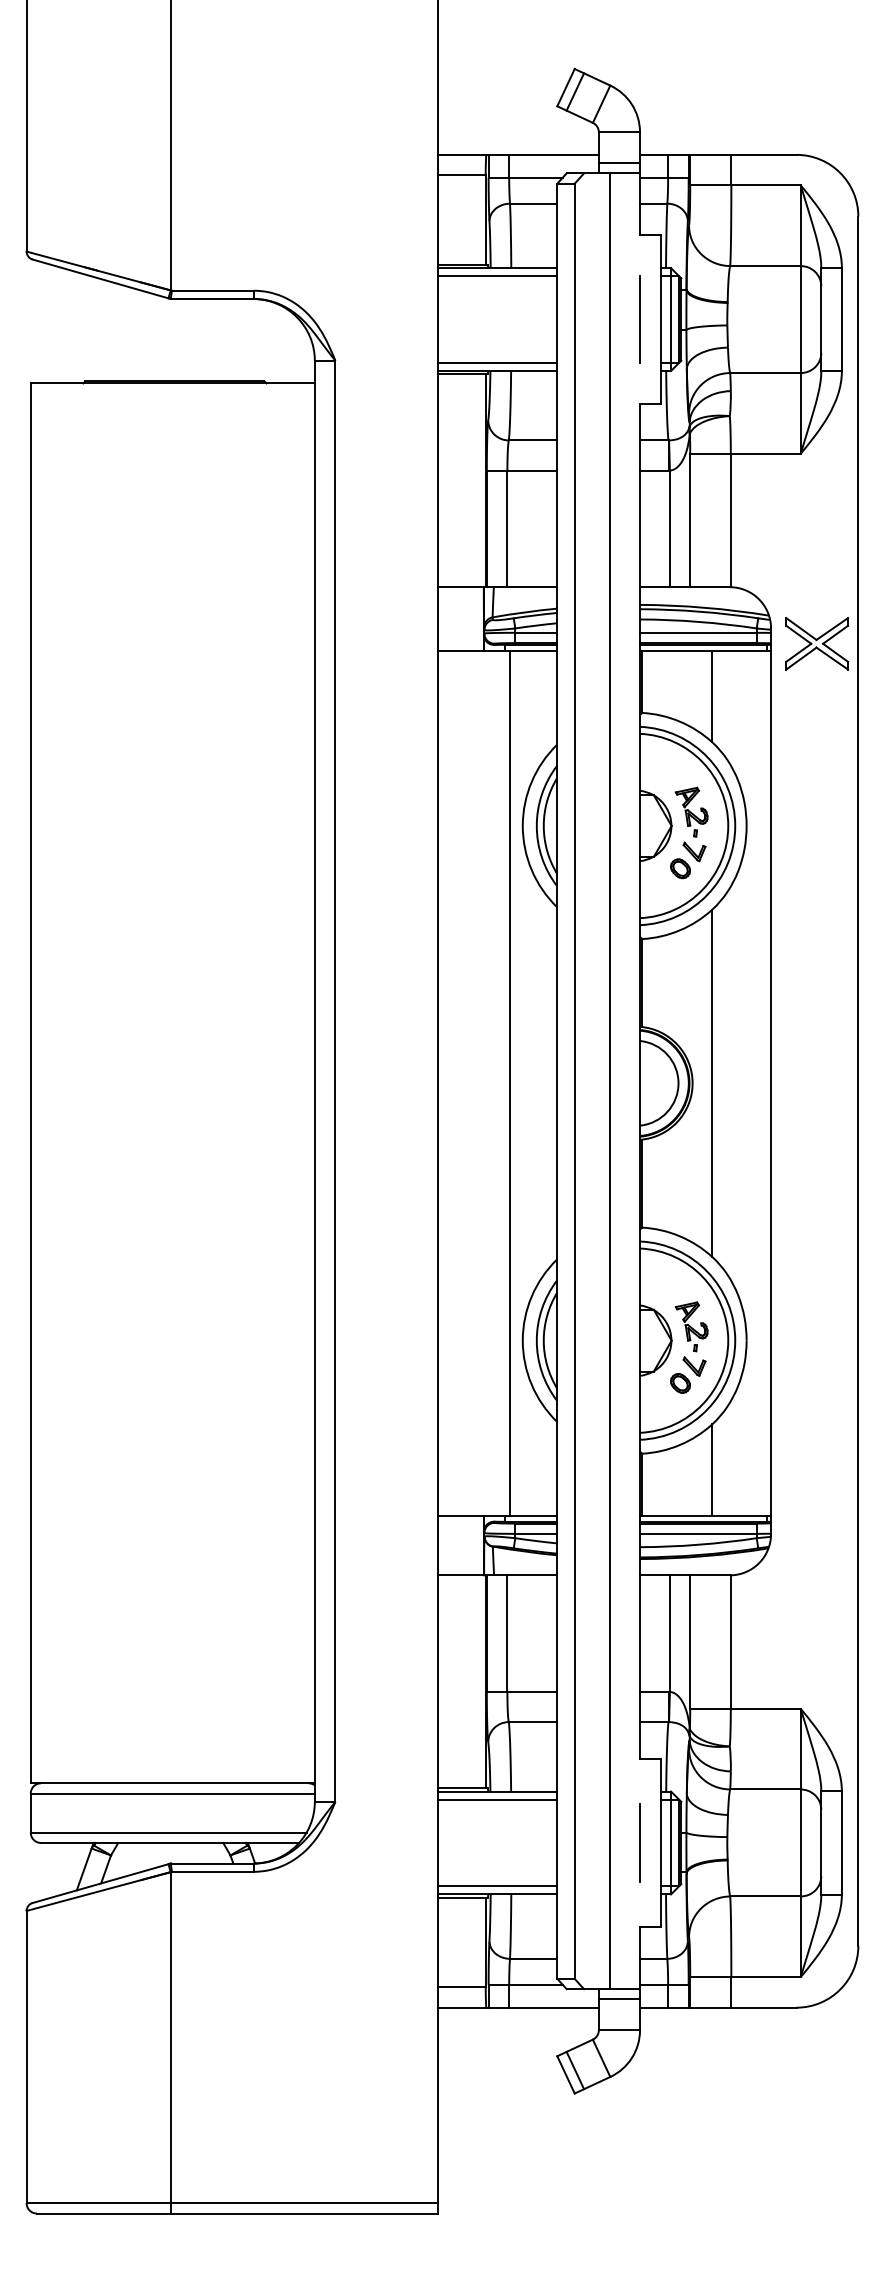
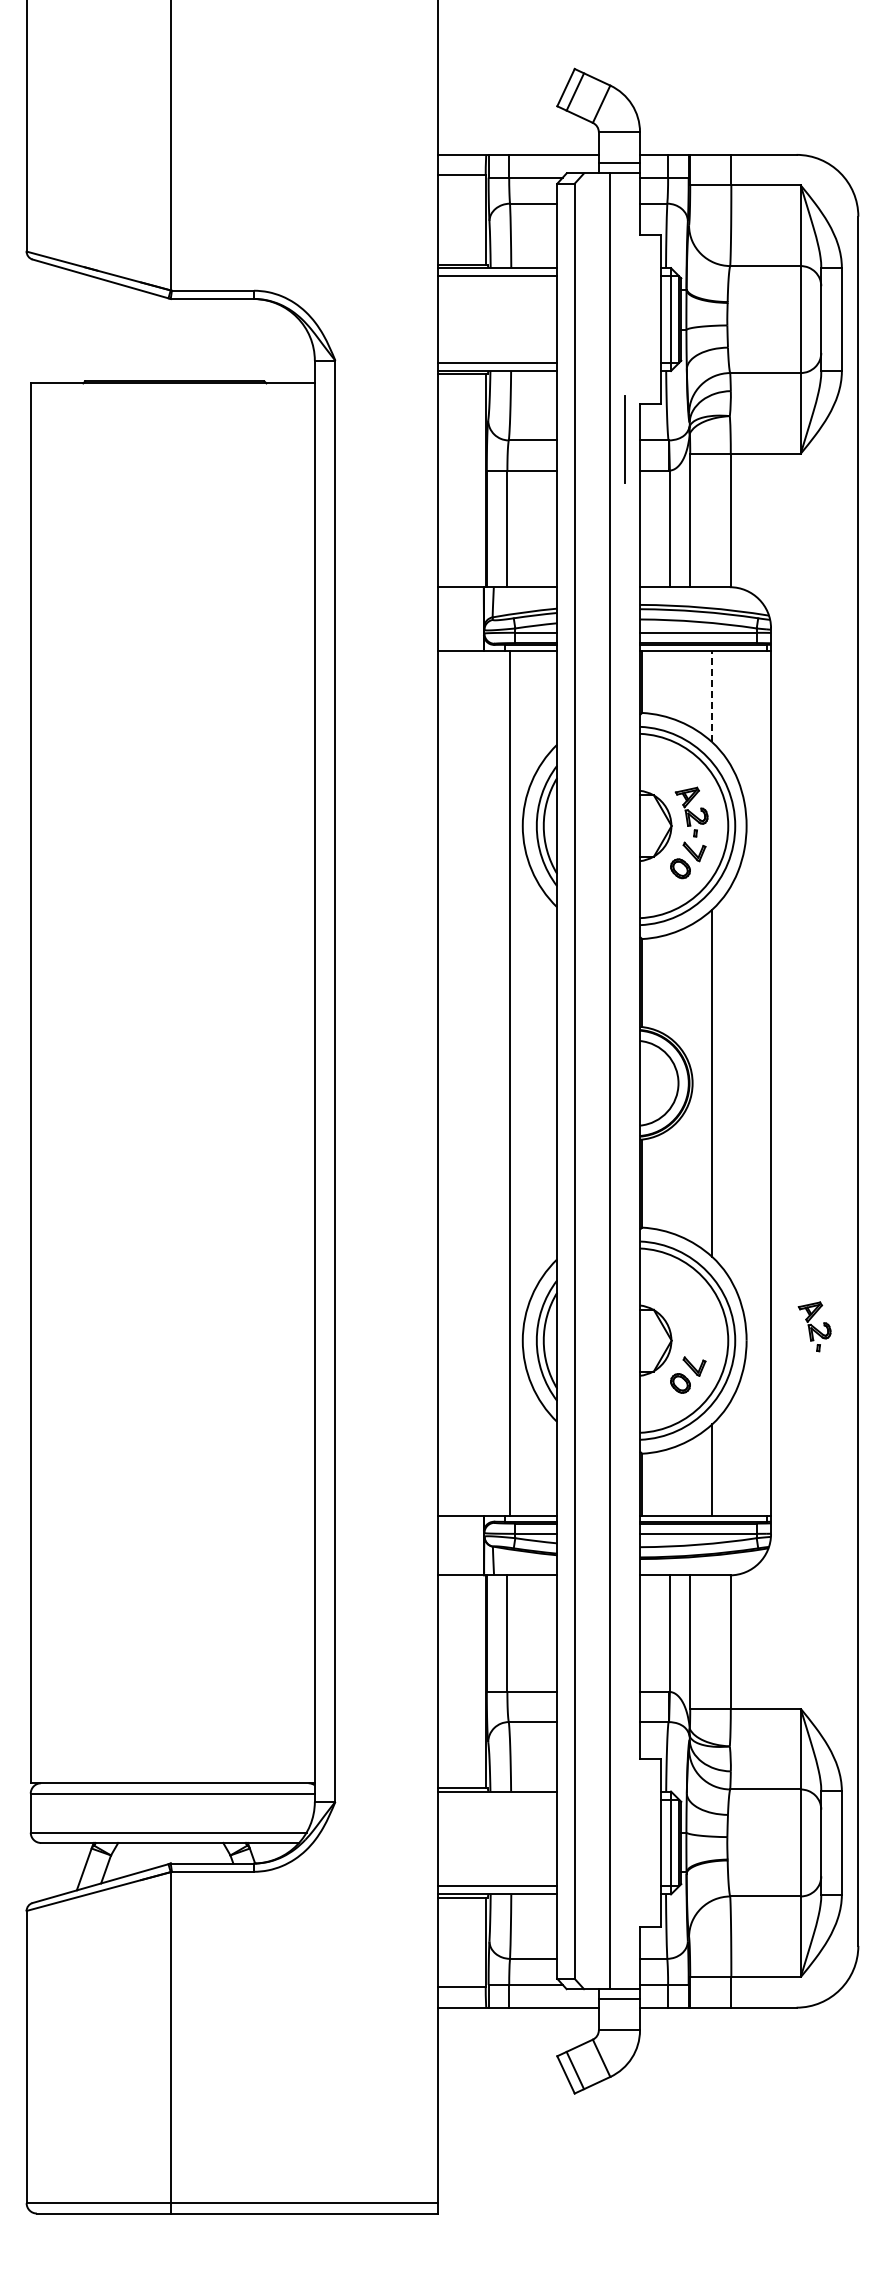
line at (639, 319) position: (639, 319) -> (624, 439)
part at (817, 643): present -> none
line at (712, 696): solid -> dashed
part at (691, 1326) position: (691, 1326) -> (814, 1326)
line at (497, 1799): present -> none
line at (640, 1842): present -> none
